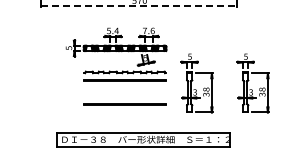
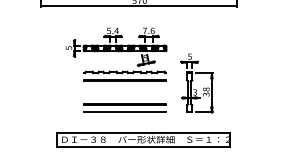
line at (139, 6): dashed -> solid
part at (252, 83): present -> none
line at (124, 112): none -> present
